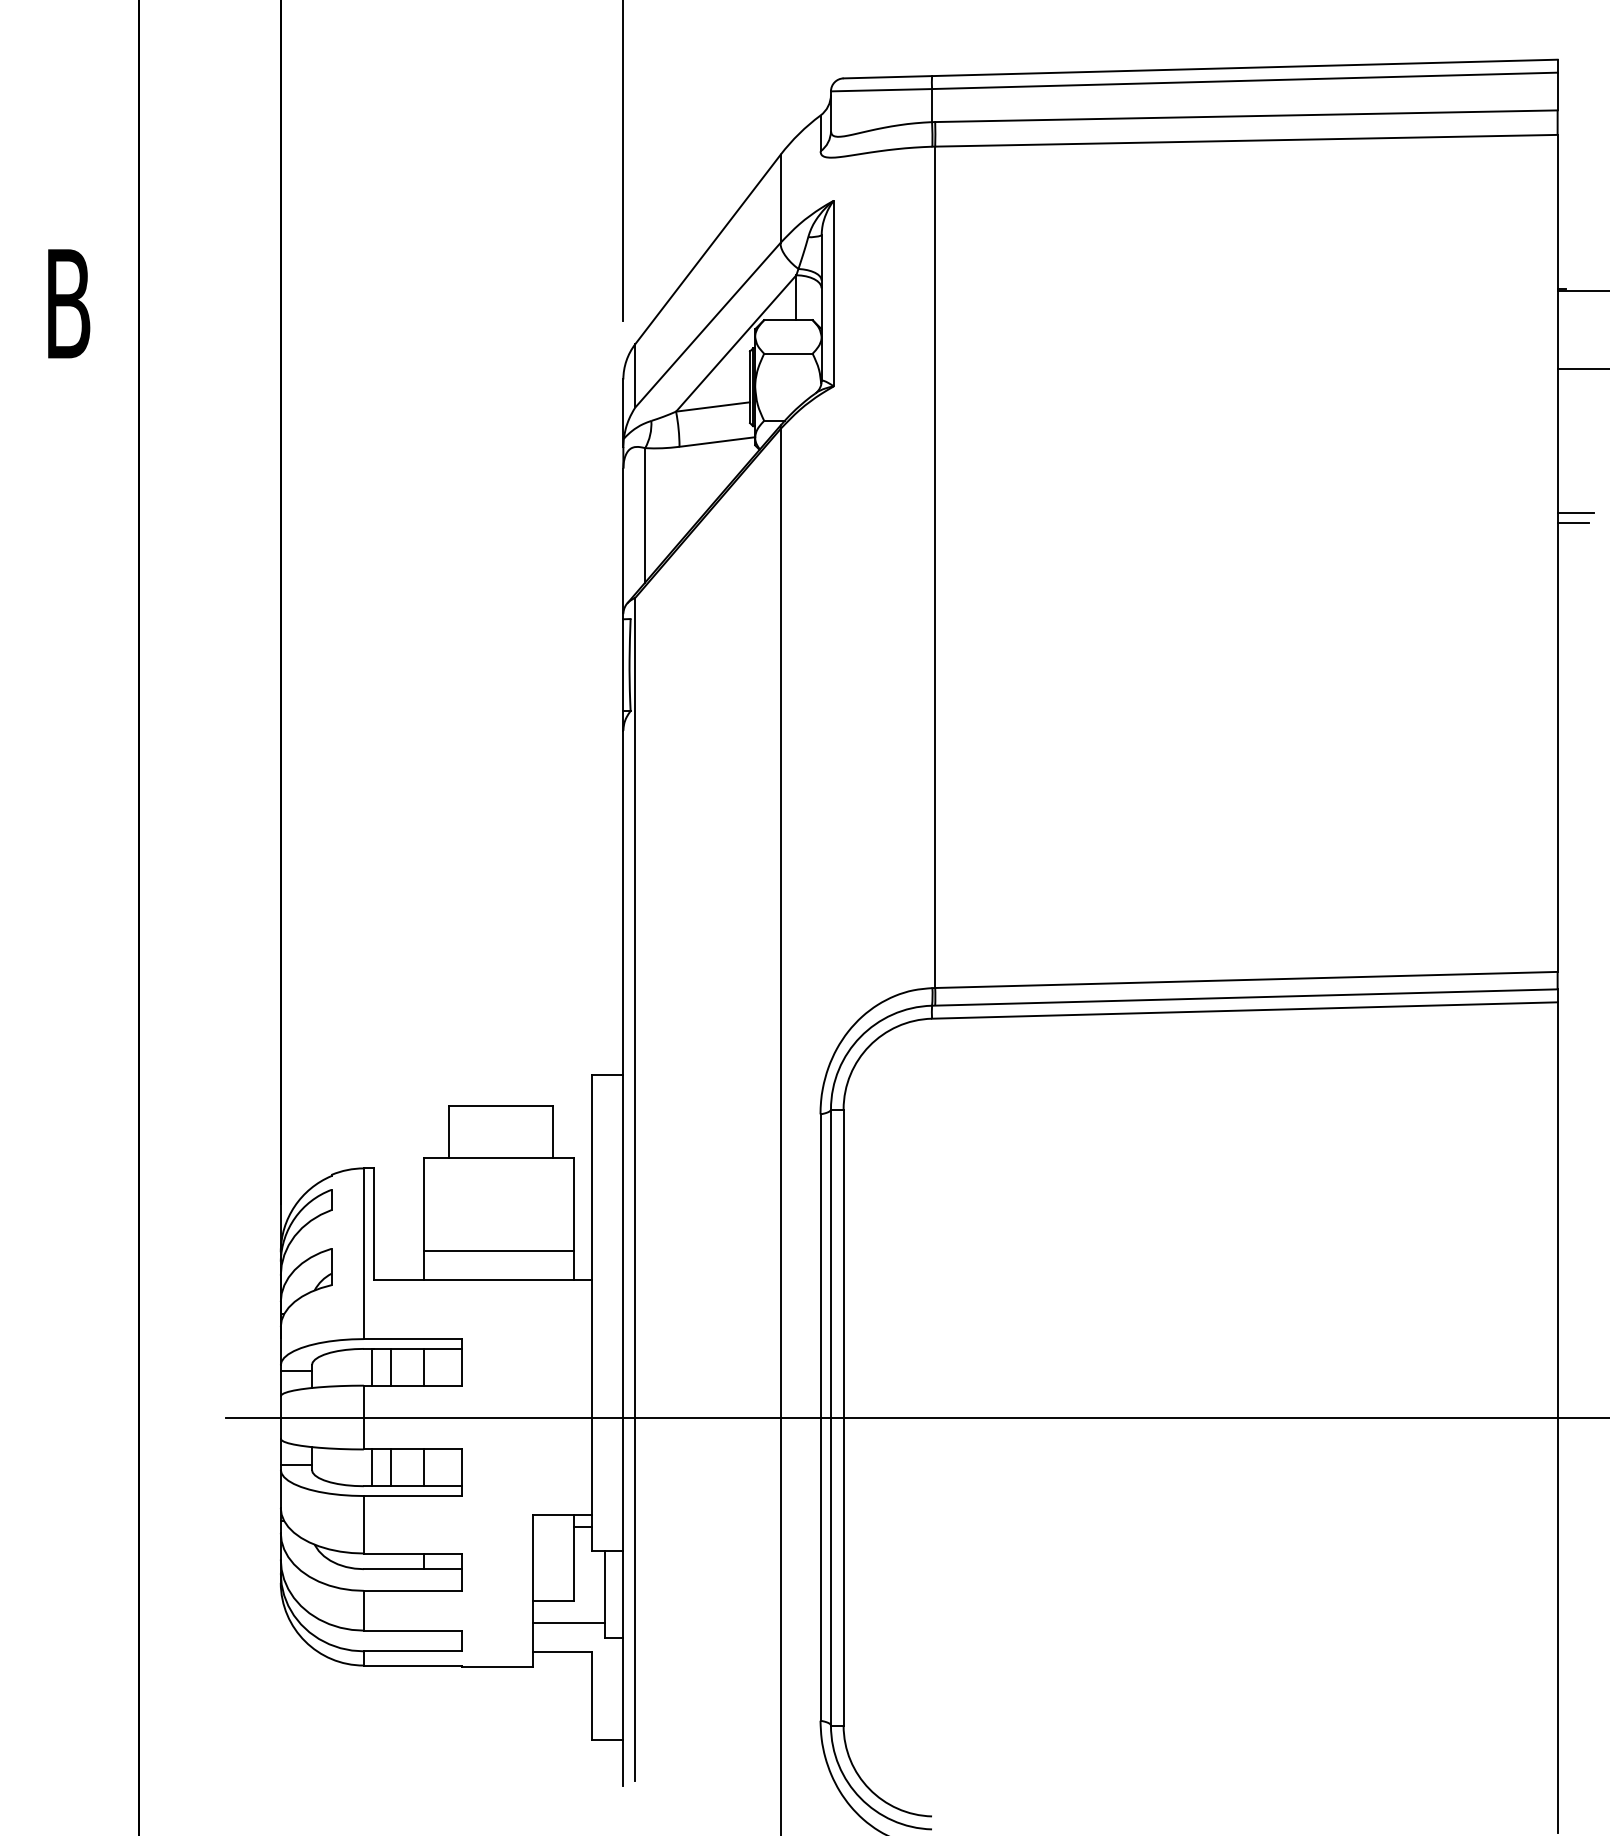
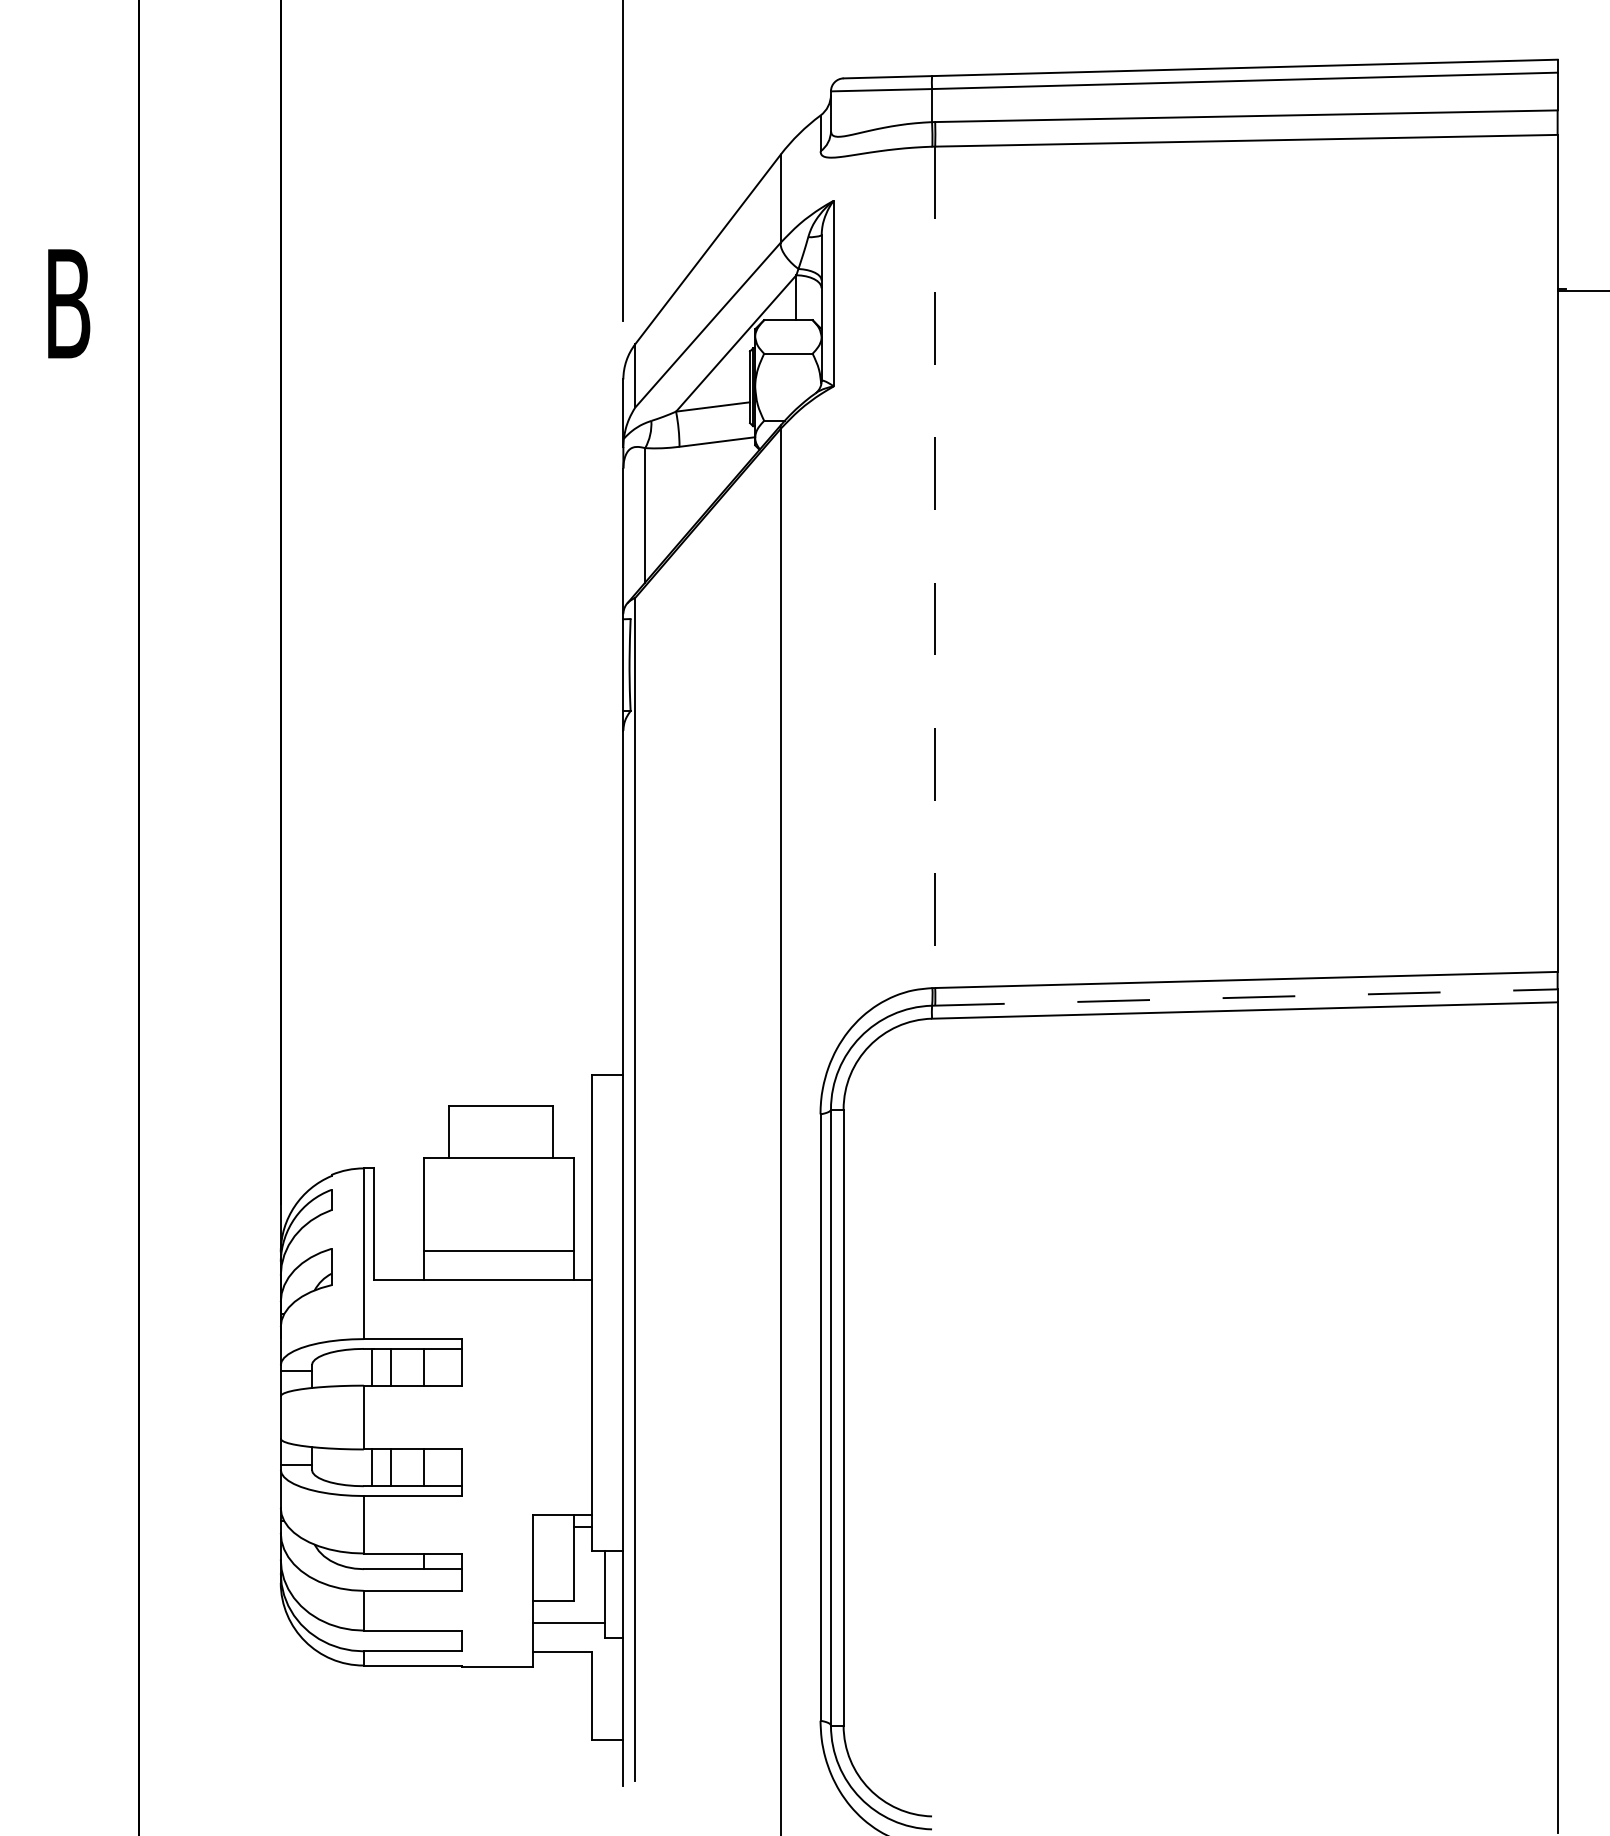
line at (1581, 369): present -> none
line at (1575, 513): present -> none
line at (1573, 523): present -> none
line at (935, 567): solid -> dashed
line at (1244, 997): solid -> dashed
line at (915, 1417): present -> none
